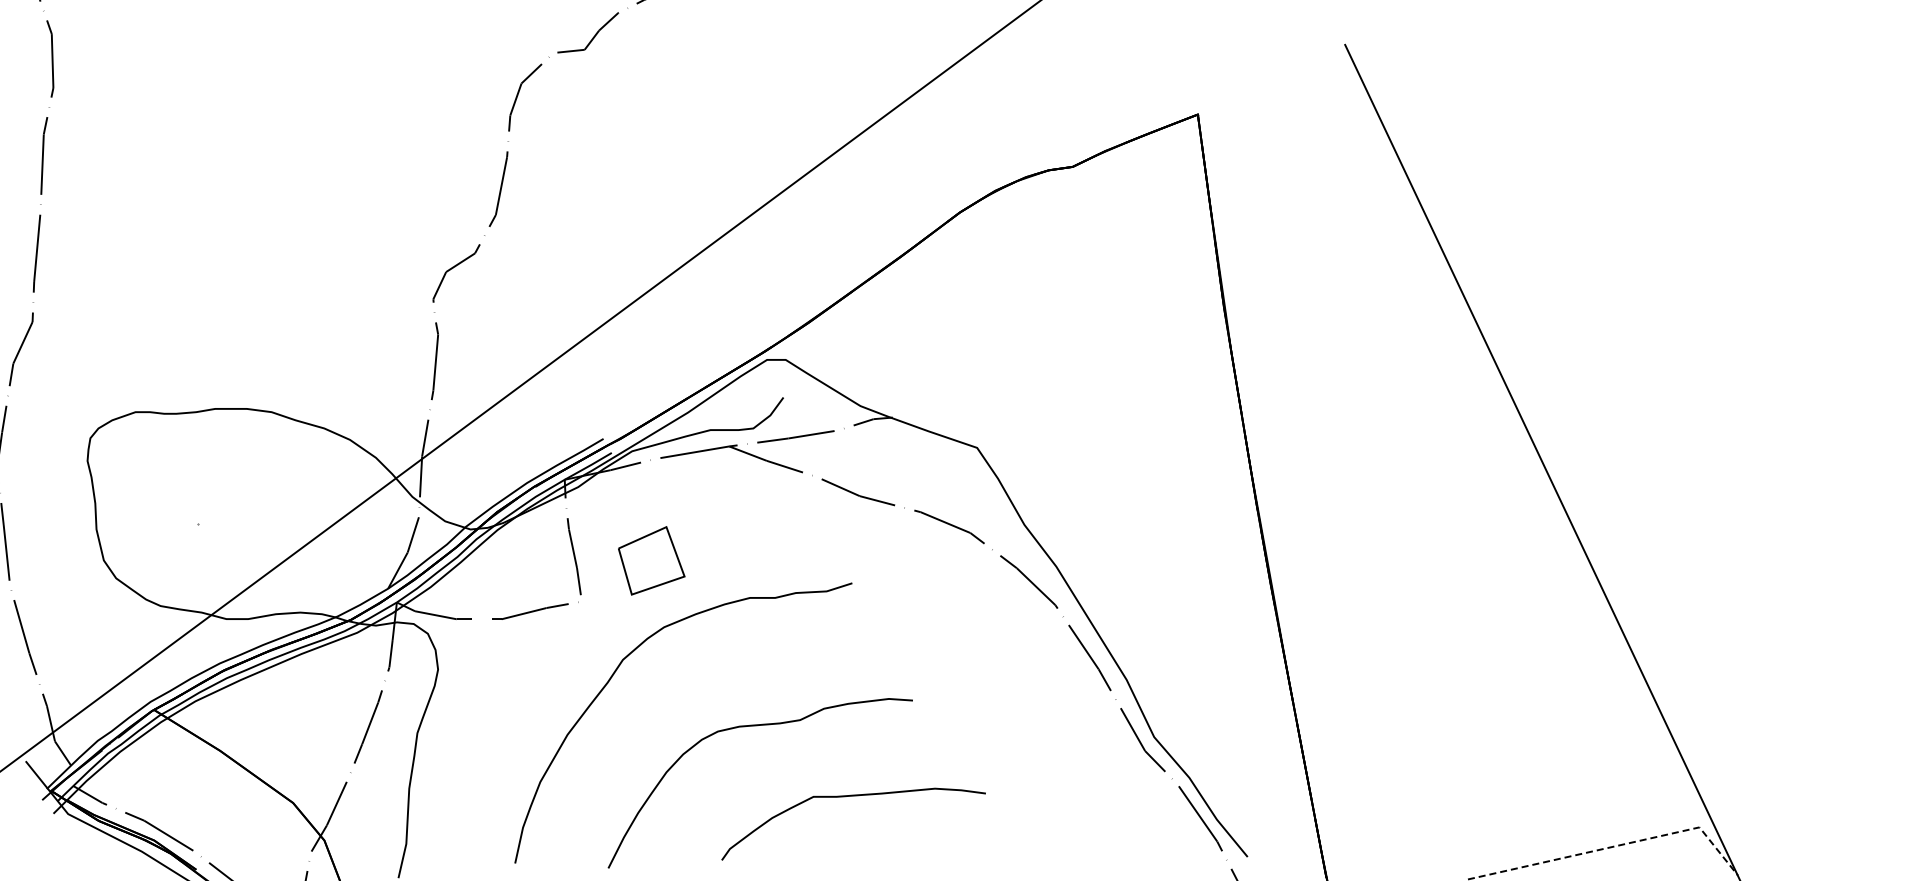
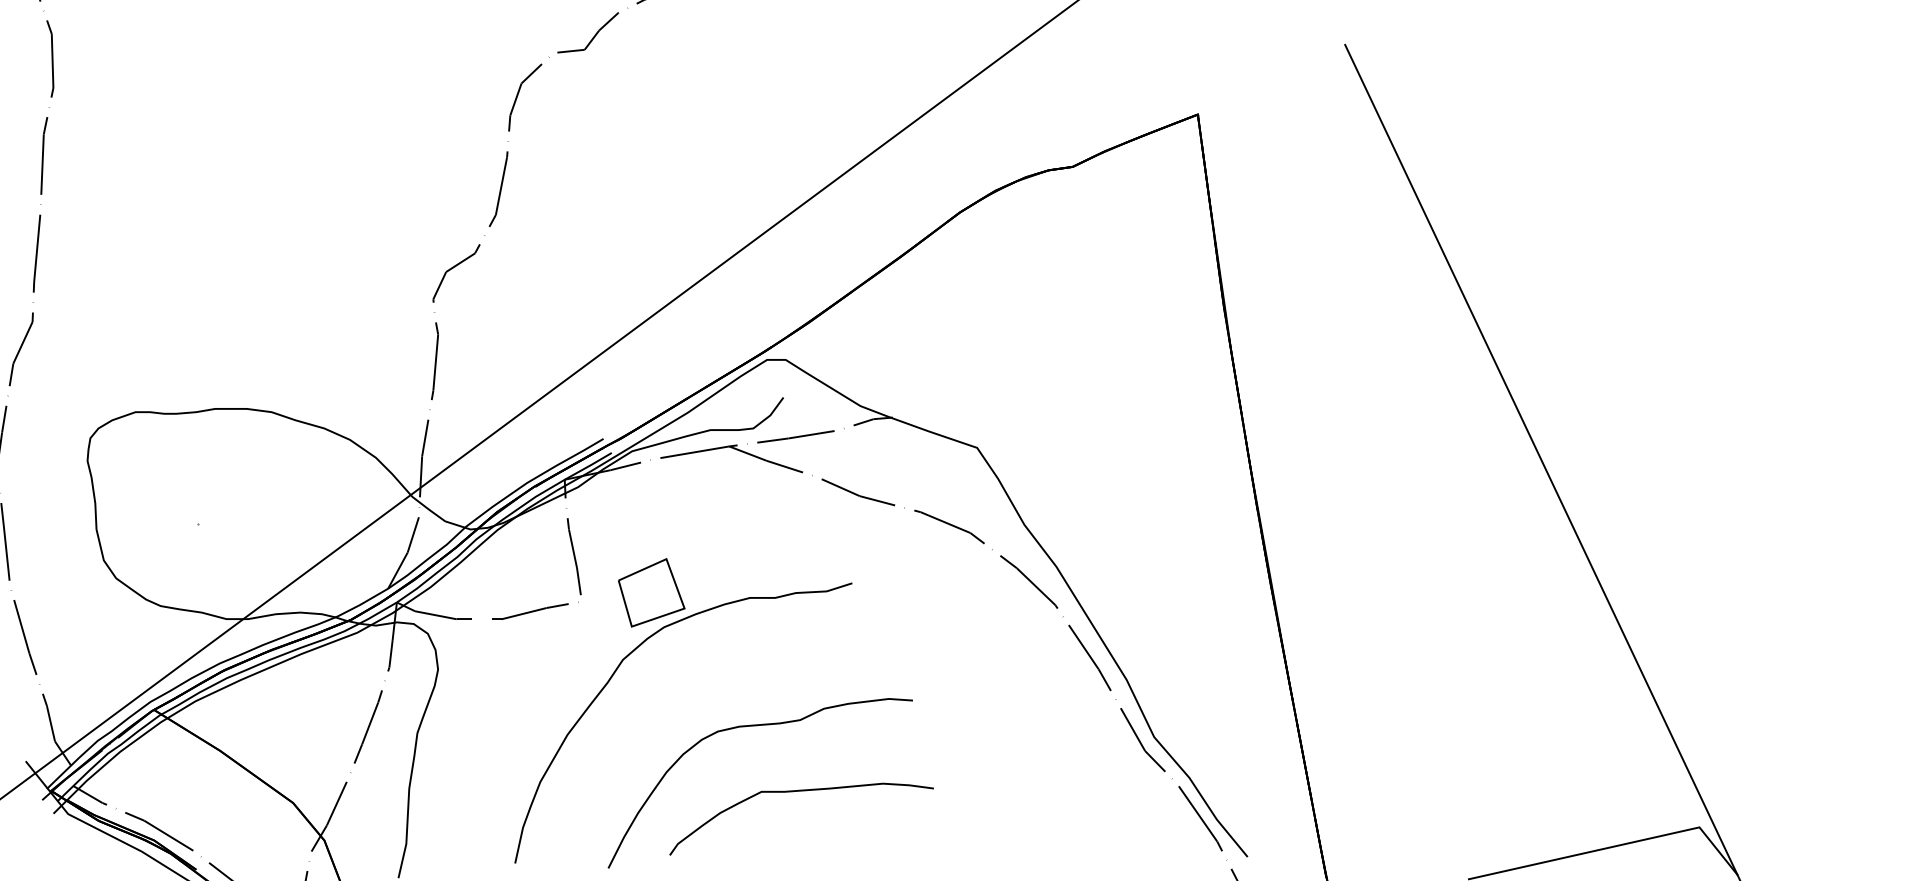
line at (520, 386) position: (520, 386) -> (538, 399)
part at (651, 560) position: (651, 560) -> (651, 592)
curve at (853, 796) position: (853, 796) -> (801, 791)
line at (1614, 846): dashed -> solid
